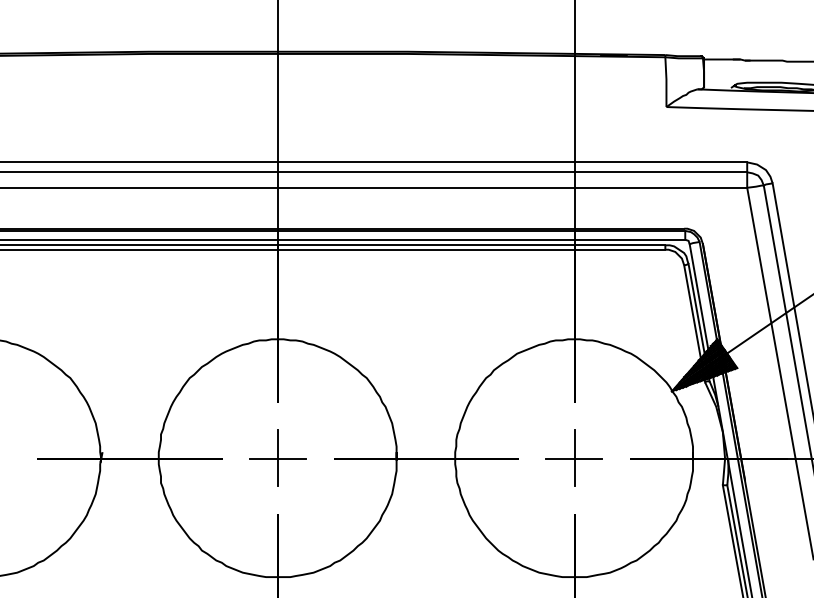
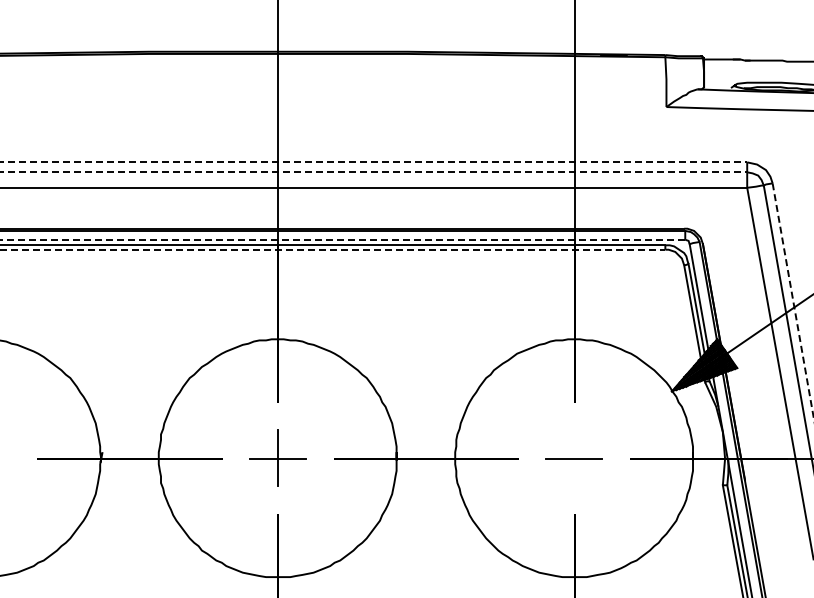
line at (374, 162): solid -> dashed
line at (374, 172): solid -> dashed
line at (342, 239): solid -> dashed
line at (333, 249): solid -> dashed
line at (793, 301): solid -> dashed
line at (574, 458): present -> none
